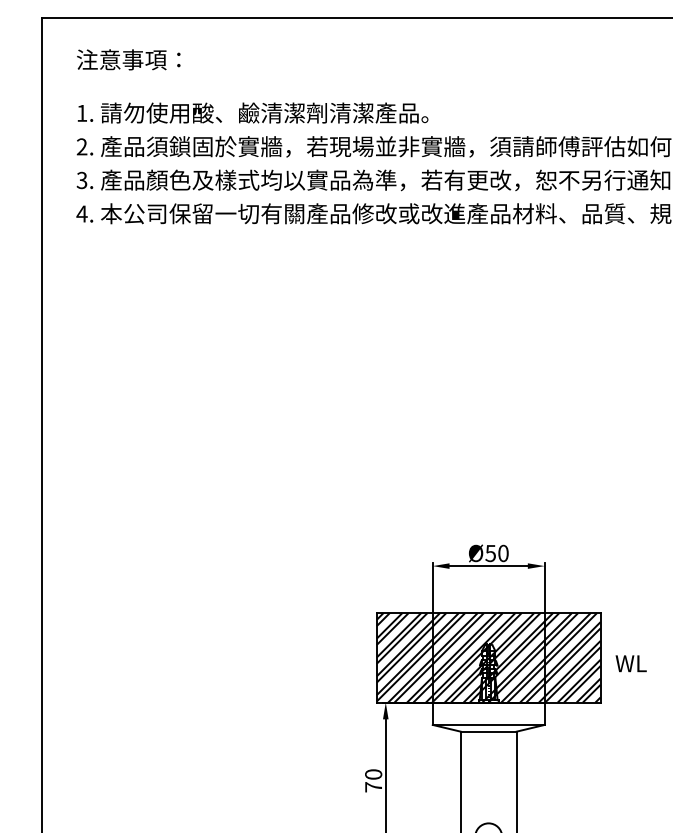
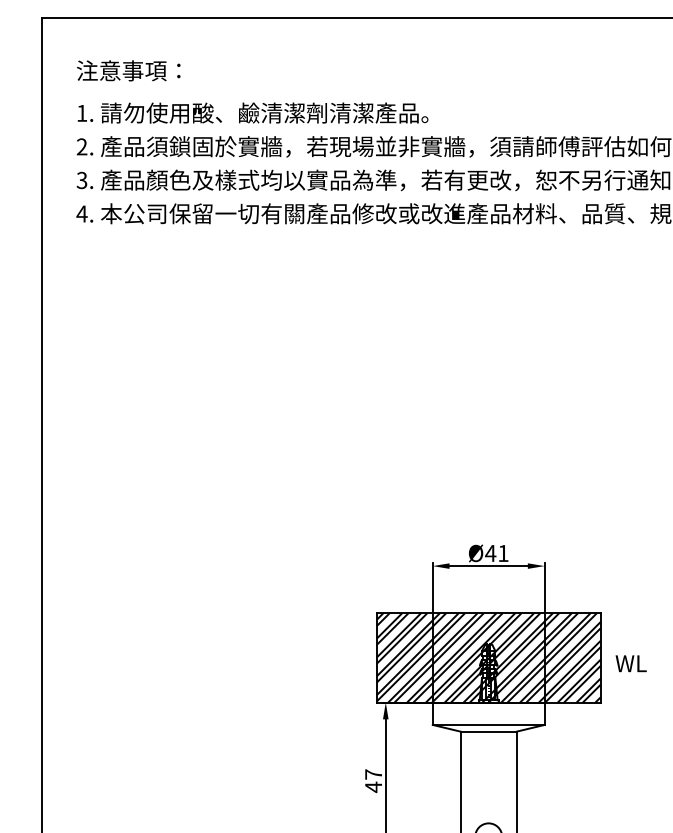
text at (128, 59) position: (128, 59) -> (128, 70)
text at (496, 553): Ø50 -> Ø41
text at (373, 781): 70 -> 47
